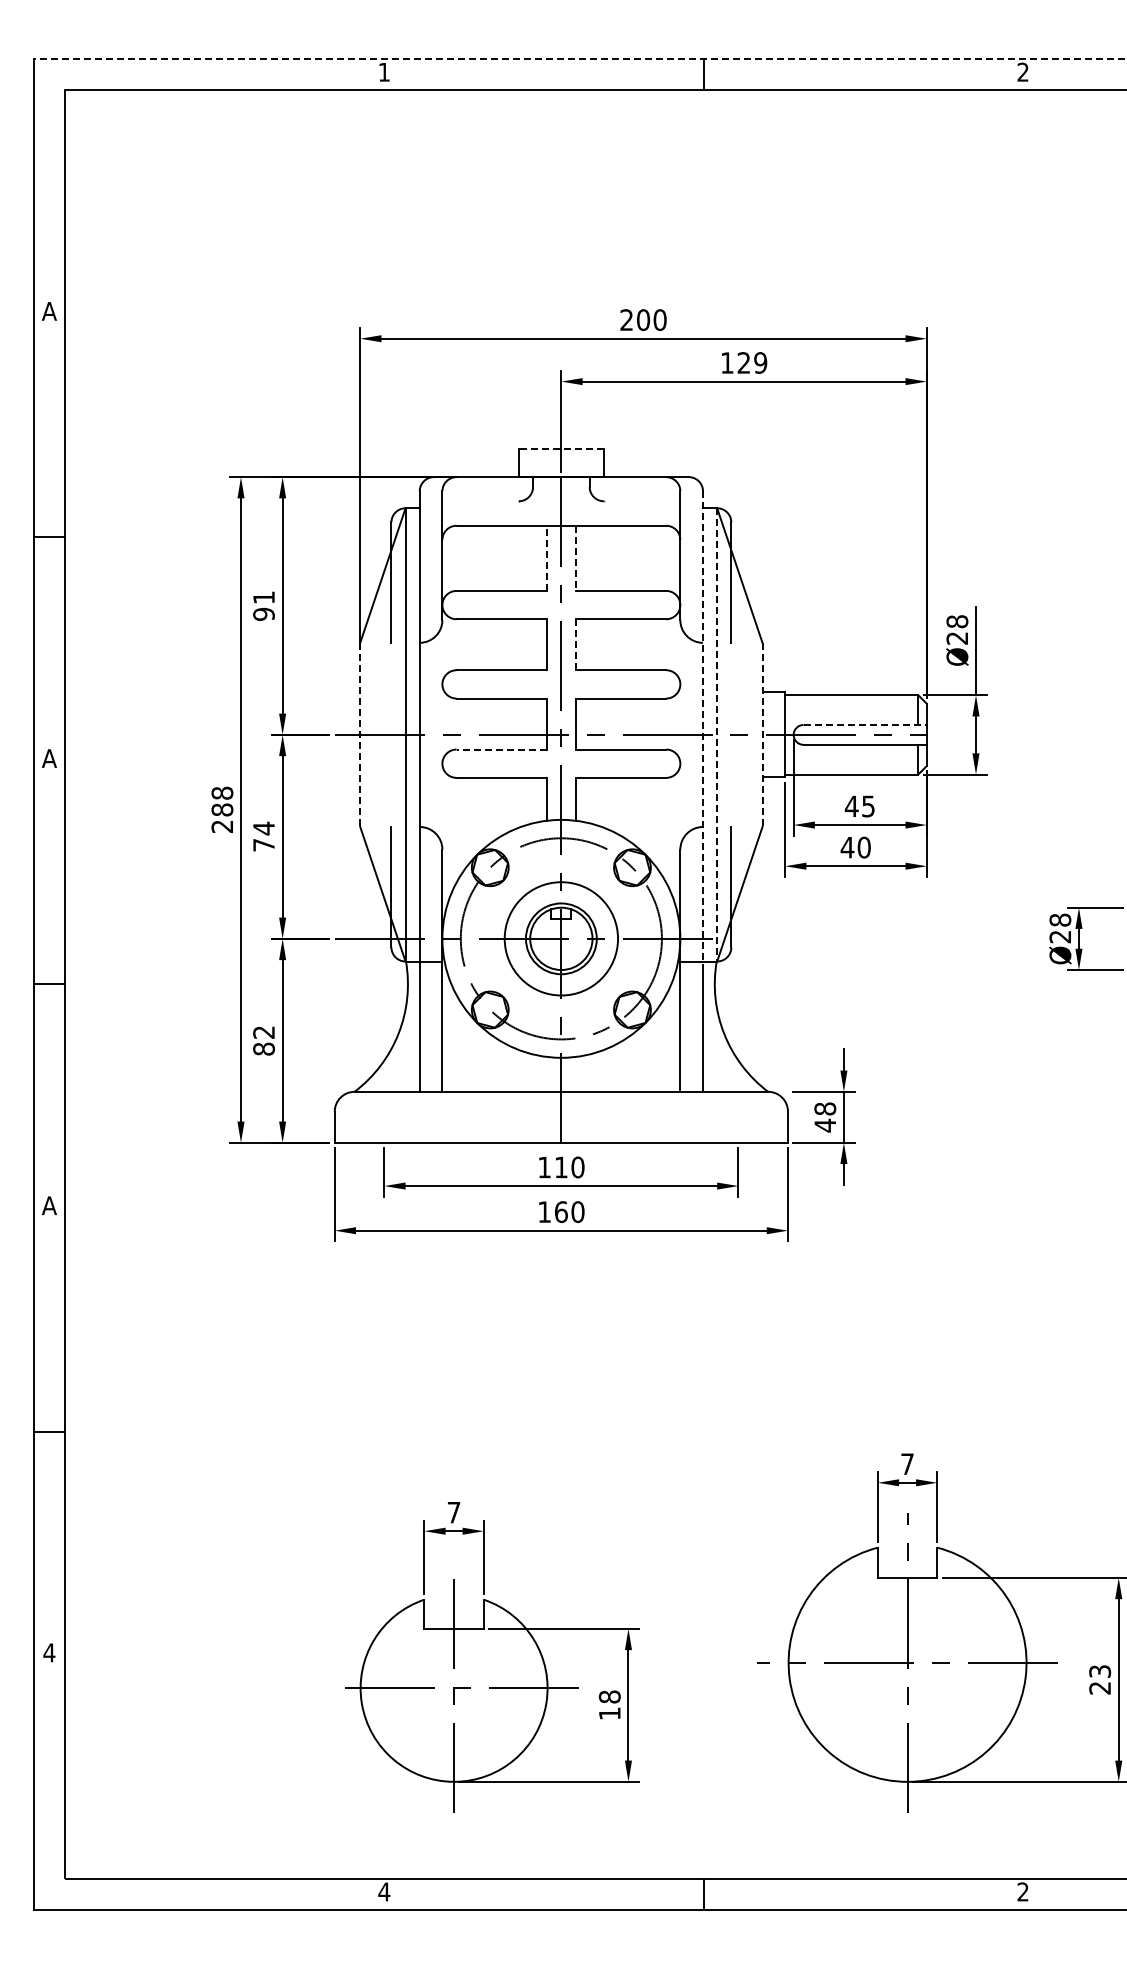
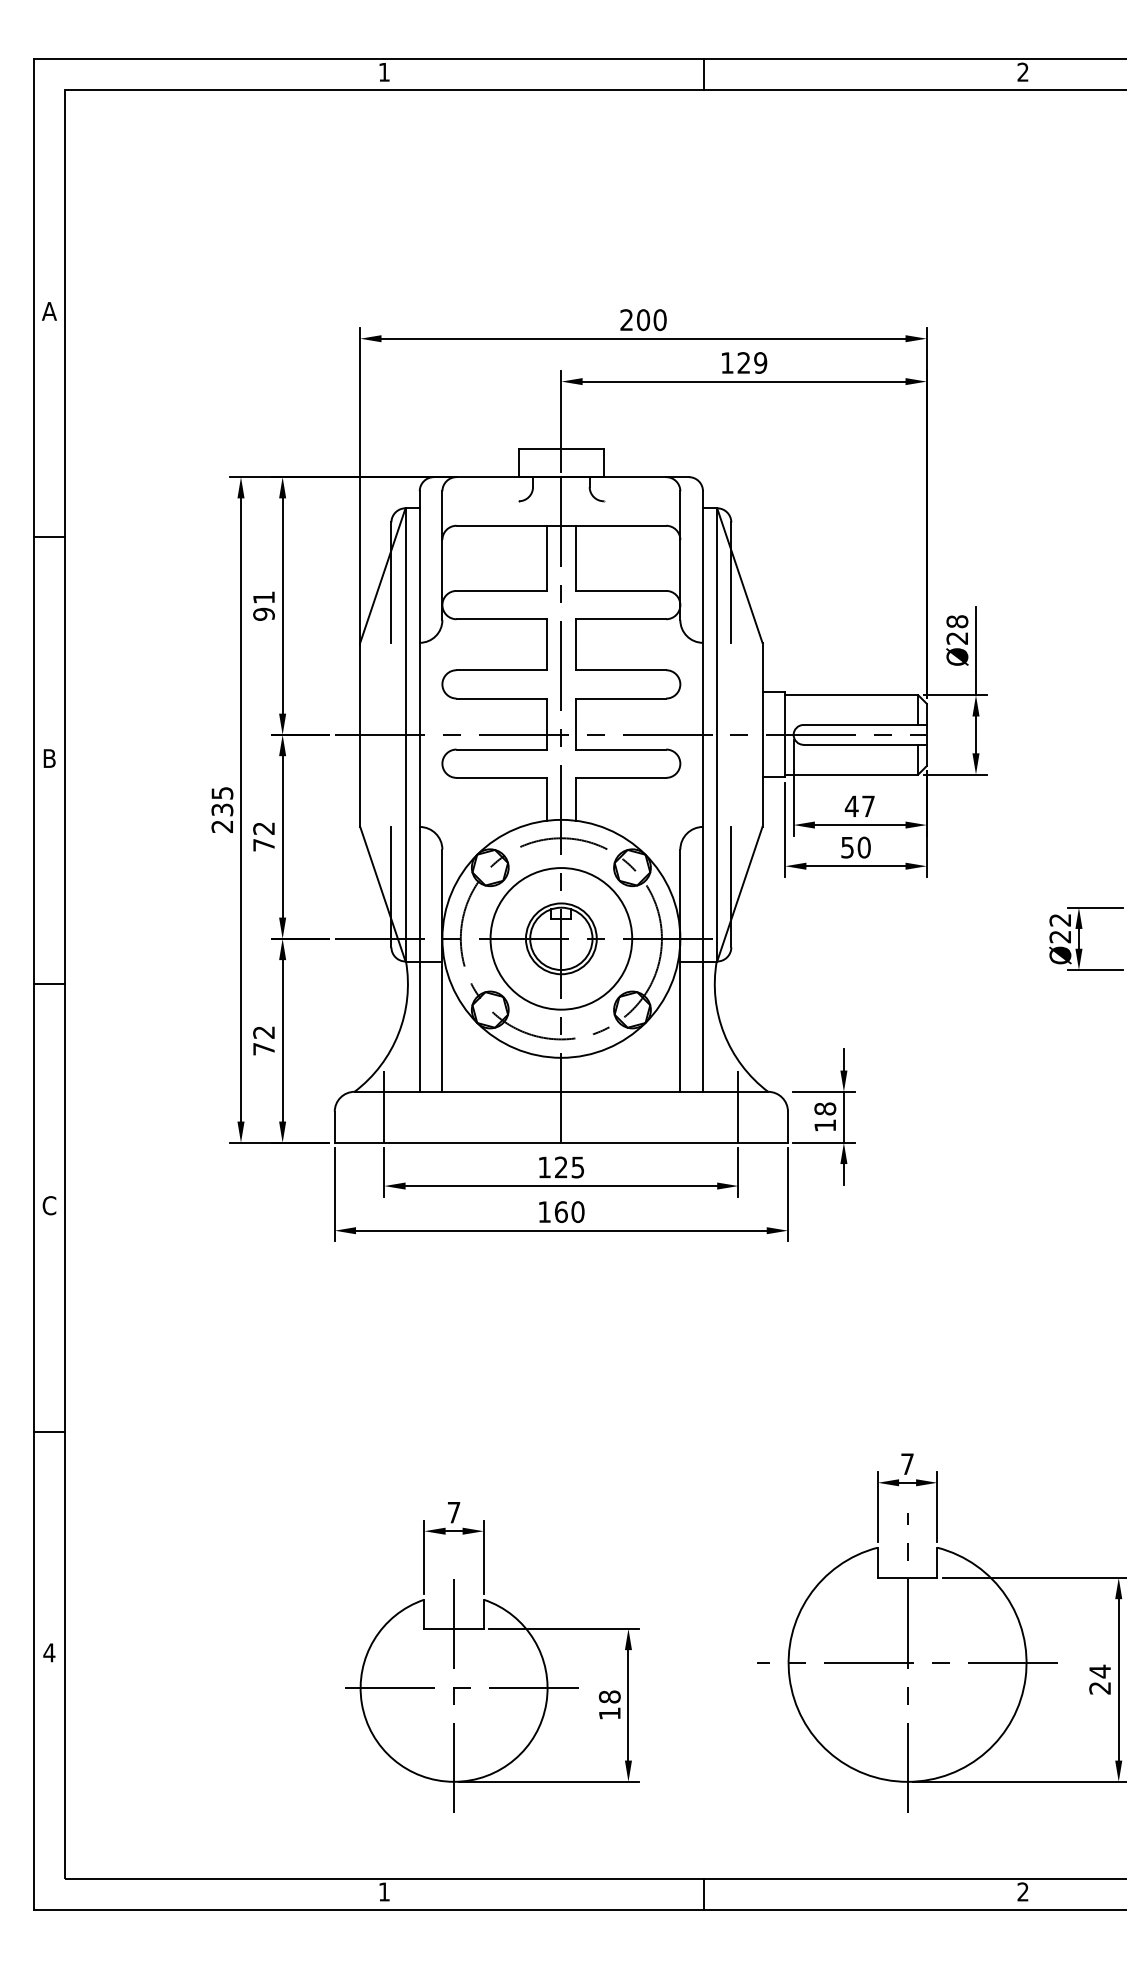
line at (579, 59): dashed -> solid
line at (560, 448): dashed -> solid
line at (547, 558): dashed -> solid
line at (575, 558): dashed -> solid
line at (575, 645): dashed -> solid
line at (865, 725): dashed -> solid
line at (703, 729): dashed -> solid
line at (717, 734): dashed -> solid
line at (360, 735): dashed -> solid
line at (762, 735): dashed -> solid
line at (501, 749): dashed -> solid
text at (49, 758): A -> B
text at (222, 801): 288 -> 235
text at (868, 806): 45 -> 47
text at (263, 828): 74 -> 72
text at (847, 847): 40 -> 50
text at (1060, 919): Ø28 -> Ø22
circle at (561, 938) diameter: 113 px -> 142 px
text at (263, 1048): 82 -> 72
line at (384, 1106): none -> present
line at (738, 1106): none -> present
text at (824, 1125): 48 -> 18
text at (569, 1167): 110 -> 125
text at (49, 1205): A -> C
text at (1100, 1671): 23 -> 24
text at (384, 1891): 4 -> 1
